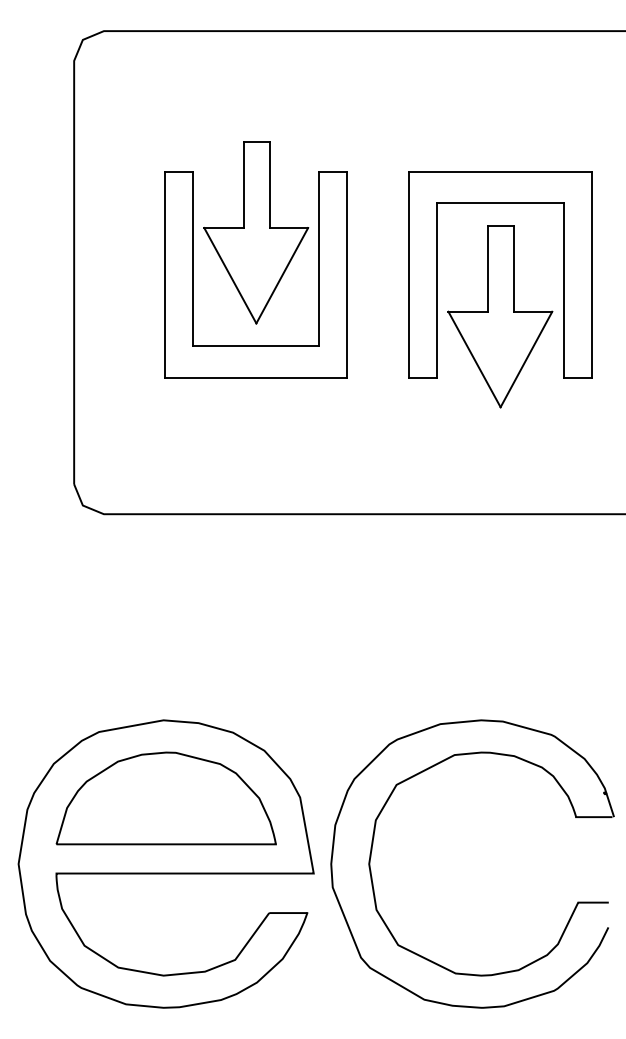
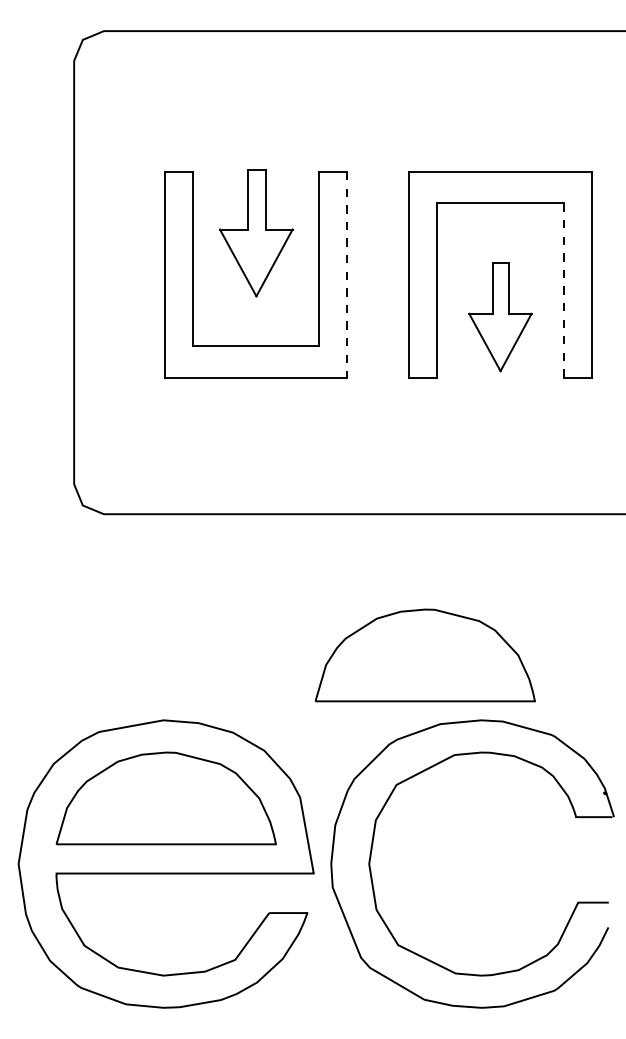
part at (256, 232) size: 107x184 px -> 76x129 px
line at (347, 274): solid -> dashed
line at (563, 289): solid -> dashed
part at (500, 316) size: 107x184 px -> 65x111 px
part at (424, 655): none -> present
